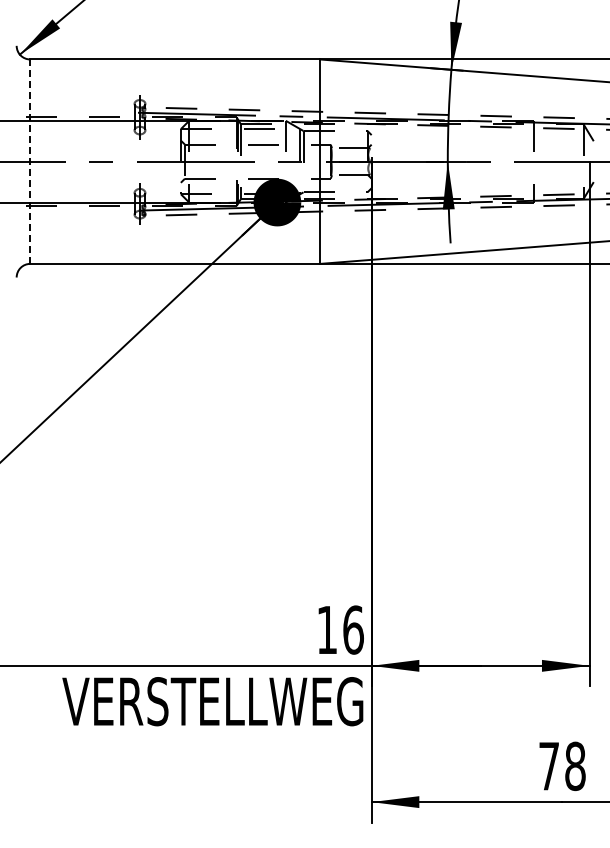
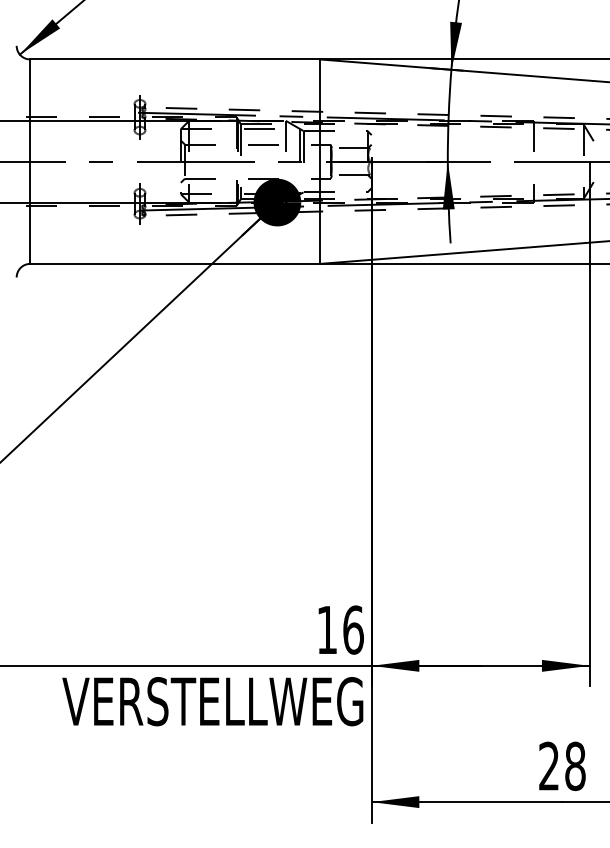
line at (30, 162): dashed -> solid
text at (548, 765): 78 -> 28
